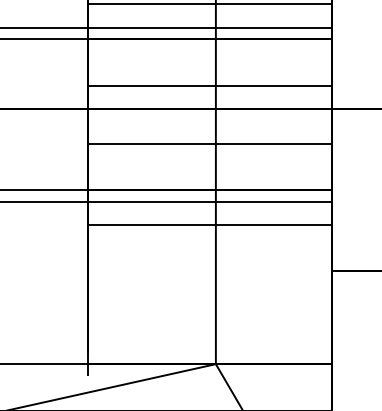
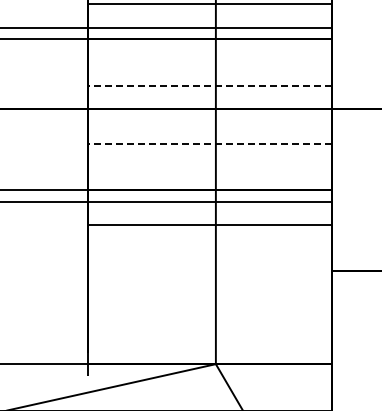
line at (210, 85): solid -> dashed
line at (210, 143): solid -> dashed
